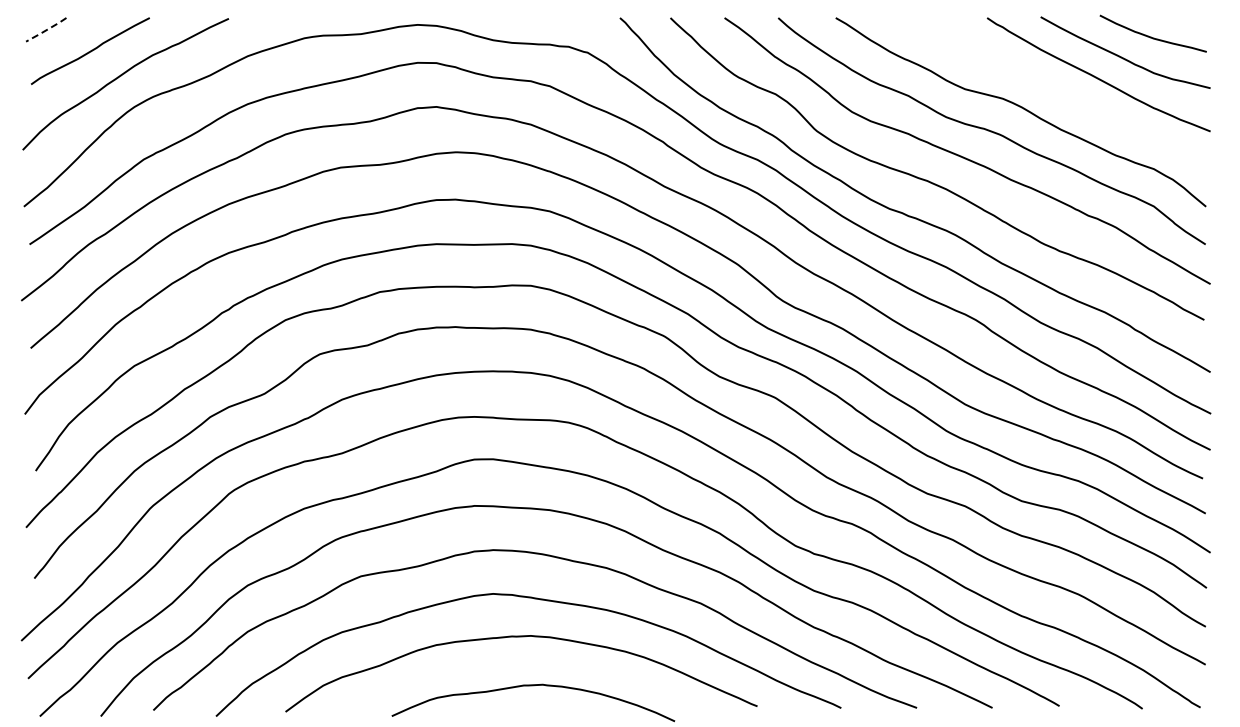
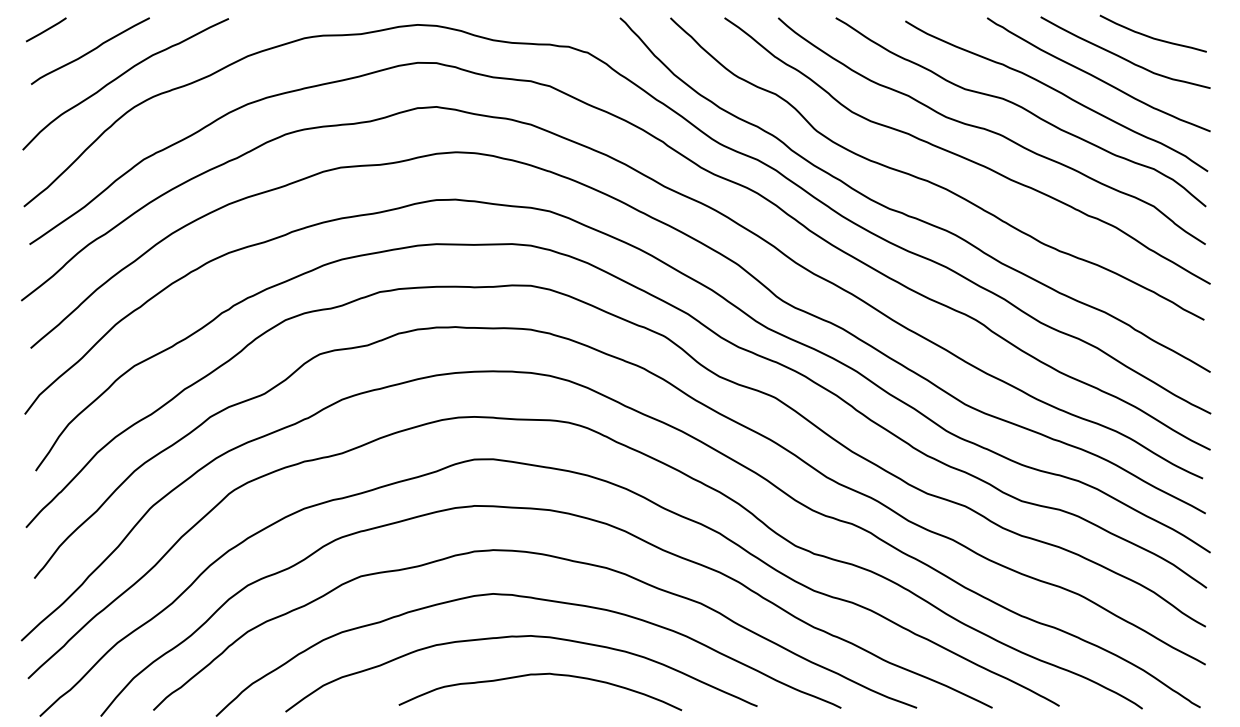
line at (46, 30): dashed -> solid
curve at (1057, 92): none -> present
curve at (533, 686) position: (533, 686) -> (540, 675)
